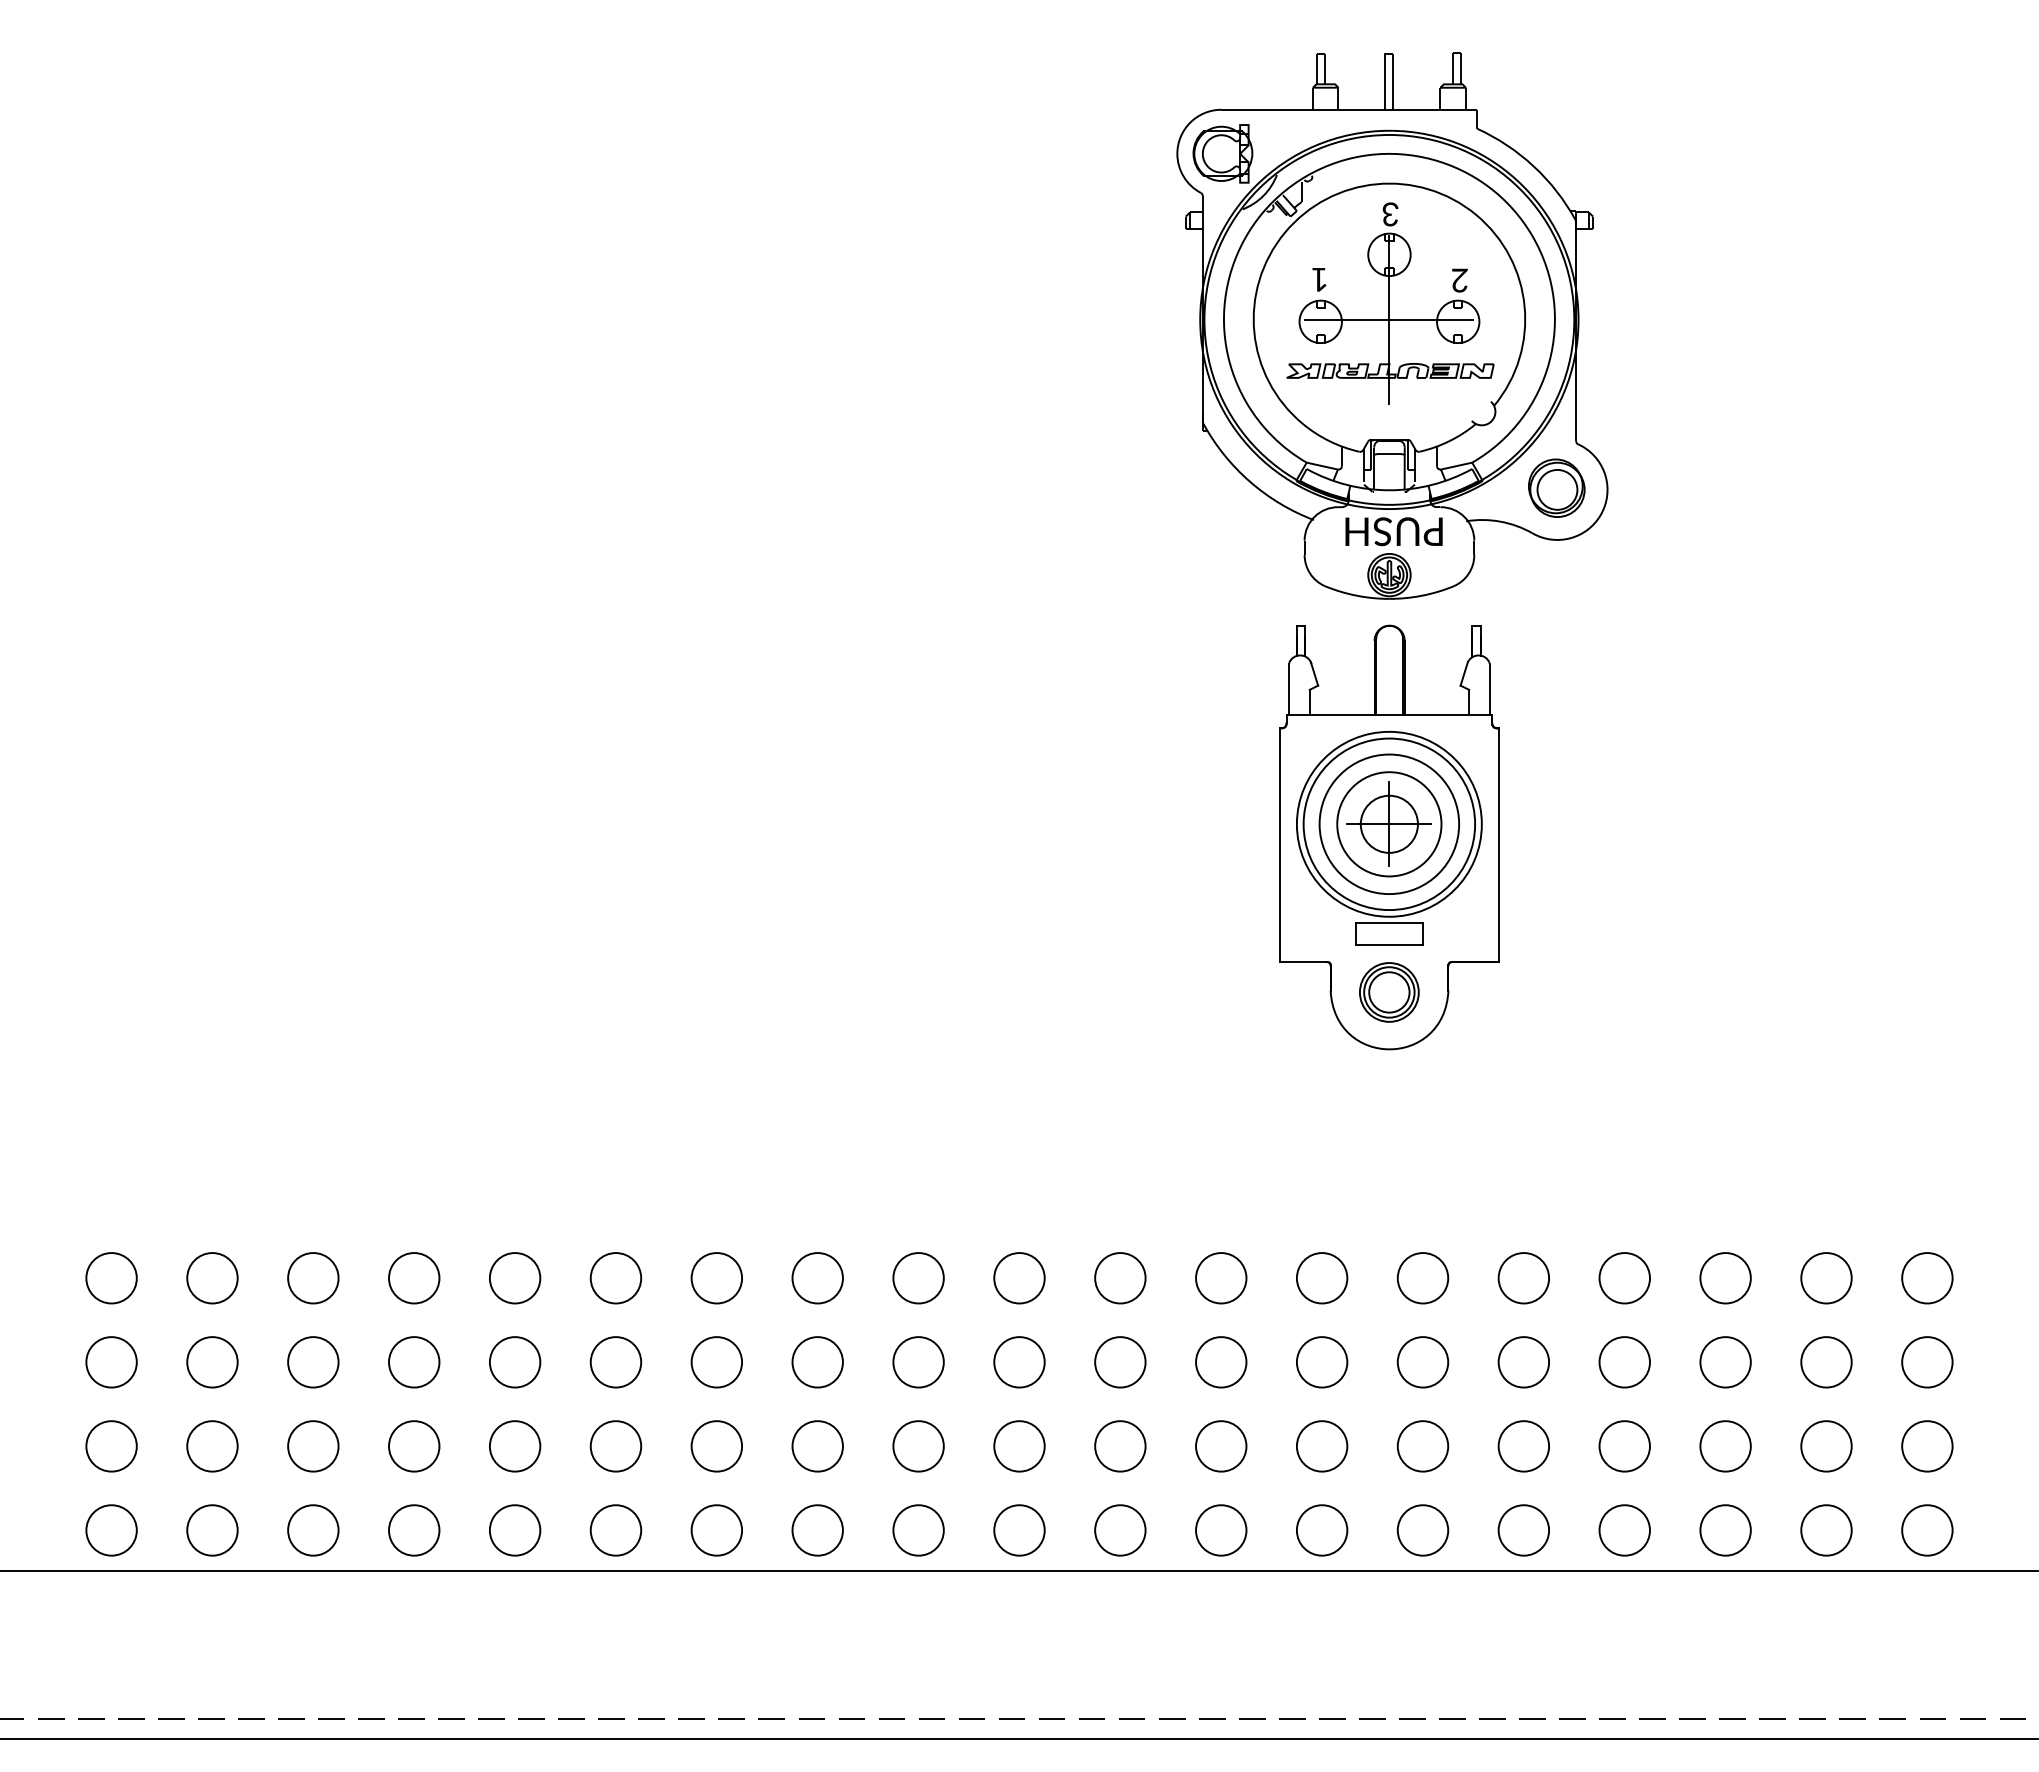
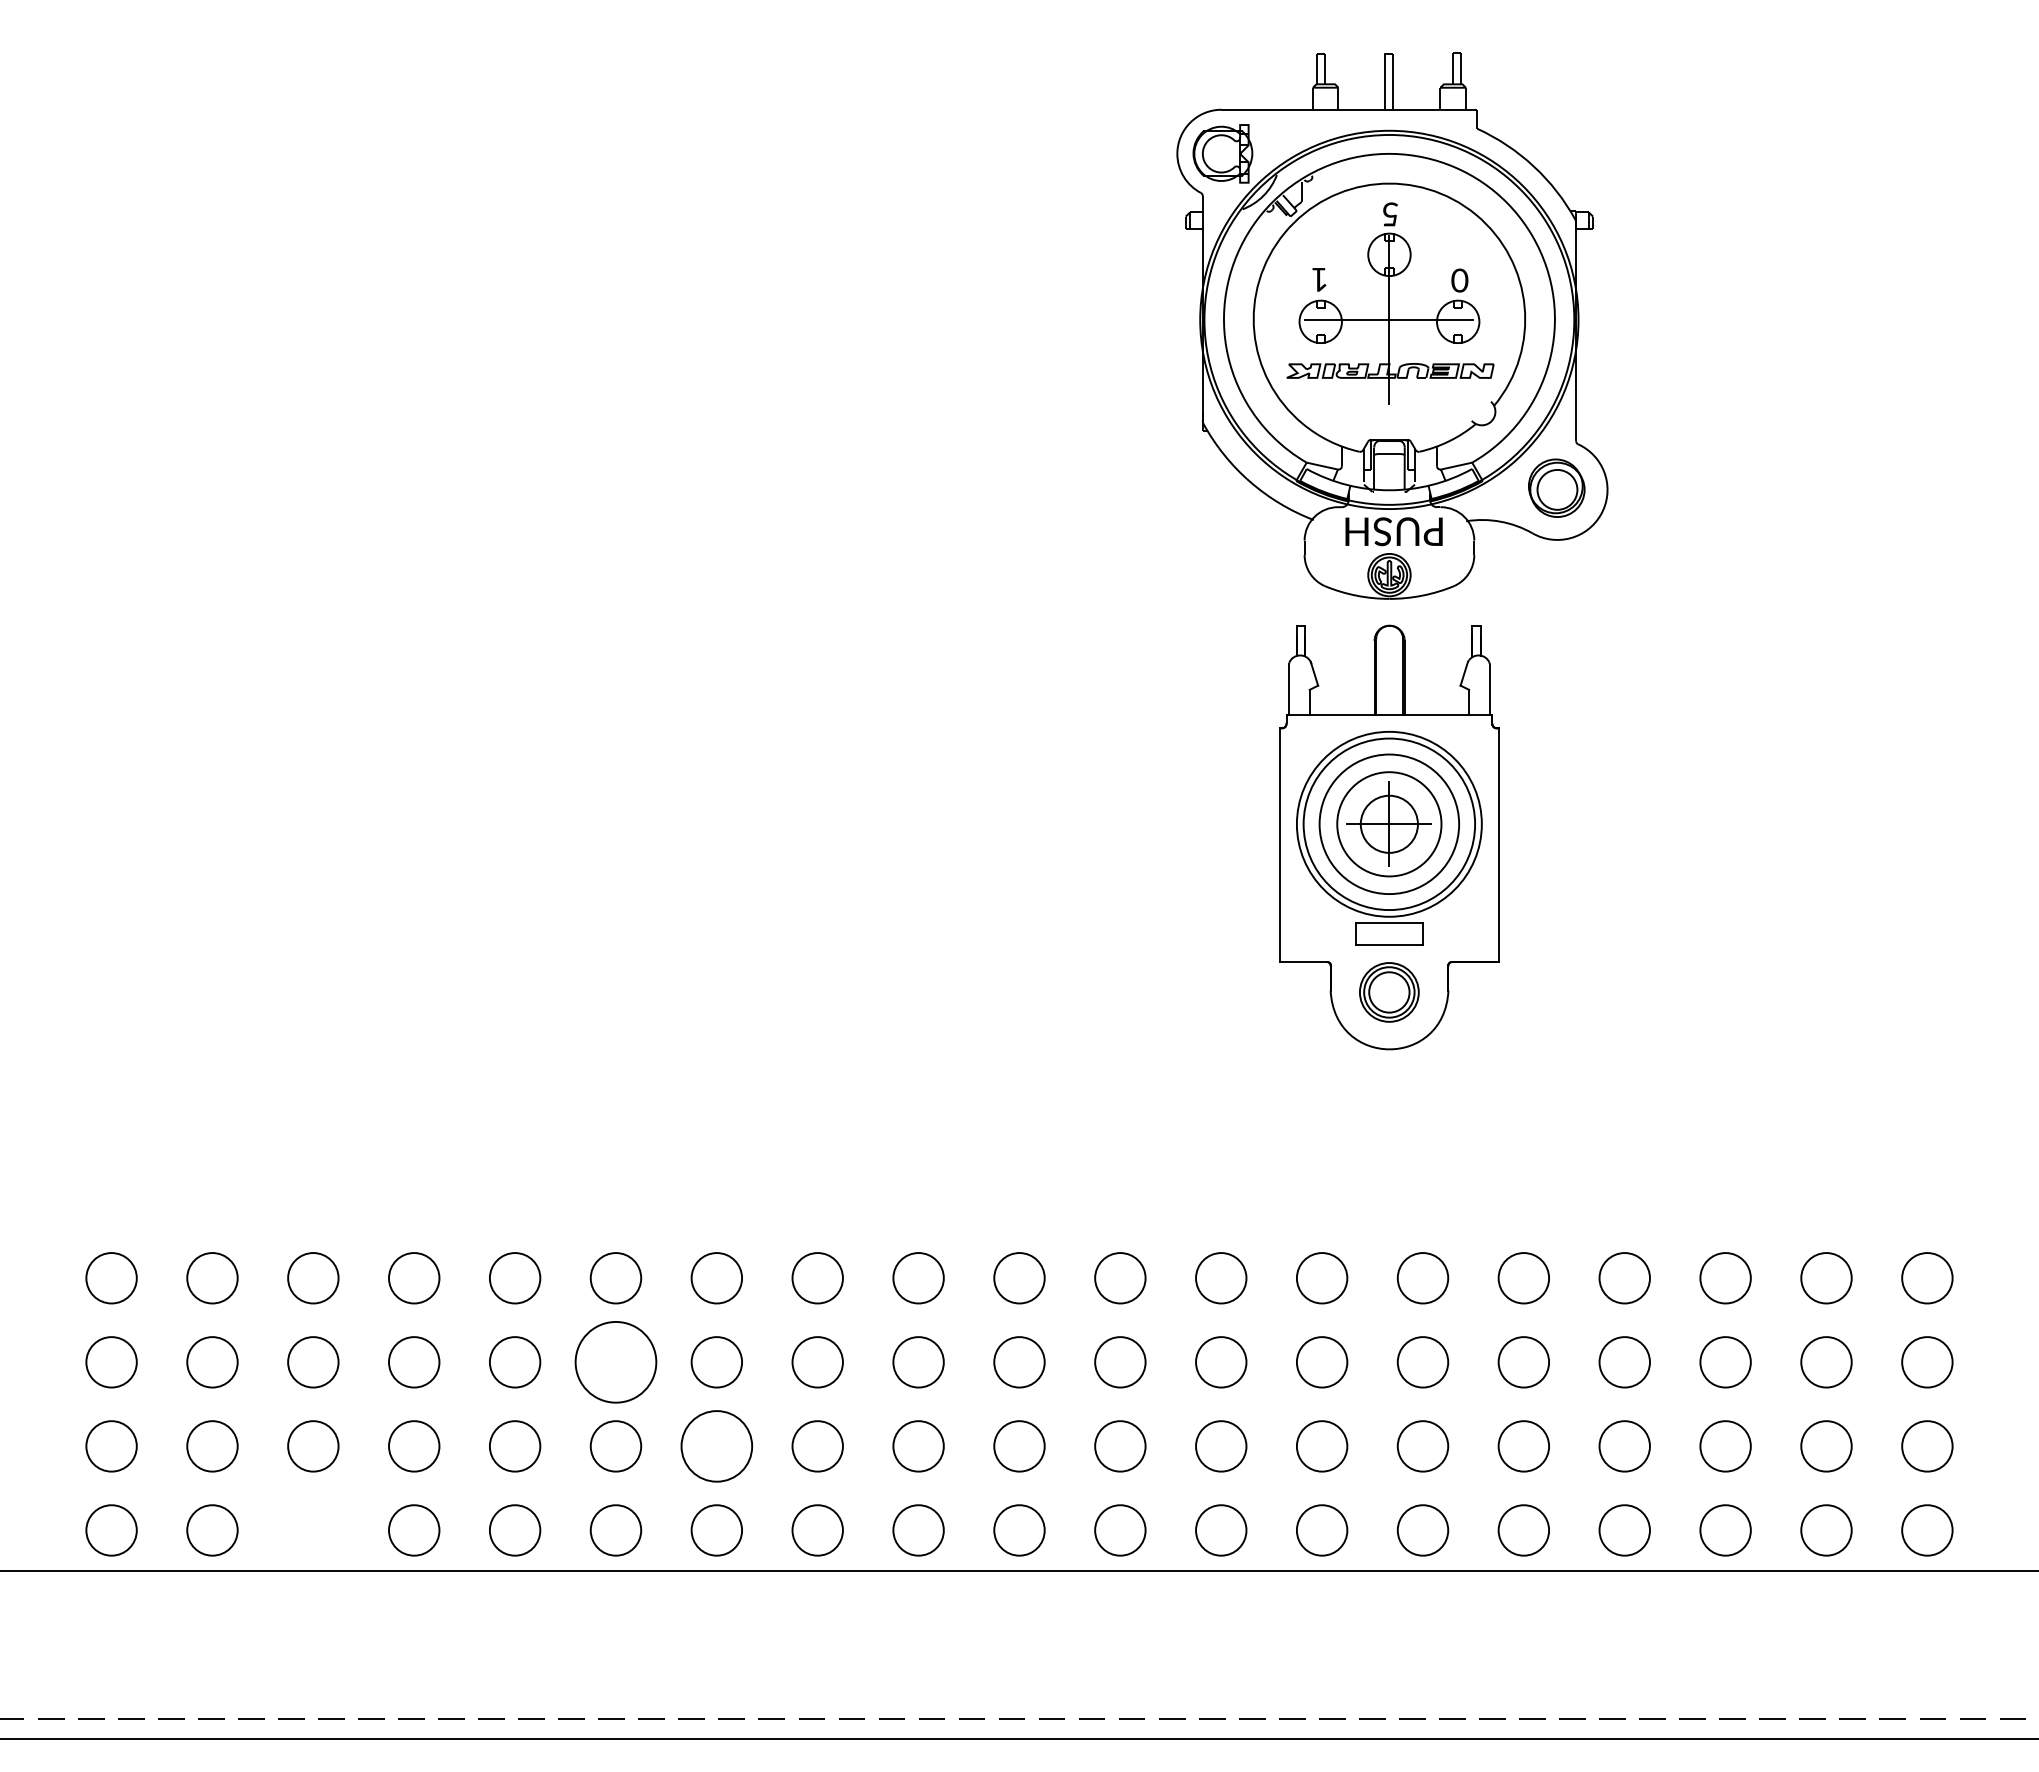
text at (1390, 214): 3 -> 5
text at (1459, 280): 2 -> 0
circle at (615, 1362) diameter: 50 px -> 81 px
circle at (716, 1446) diameter: 50 px -> 71 px
circle at (313, 1530): present -> none
